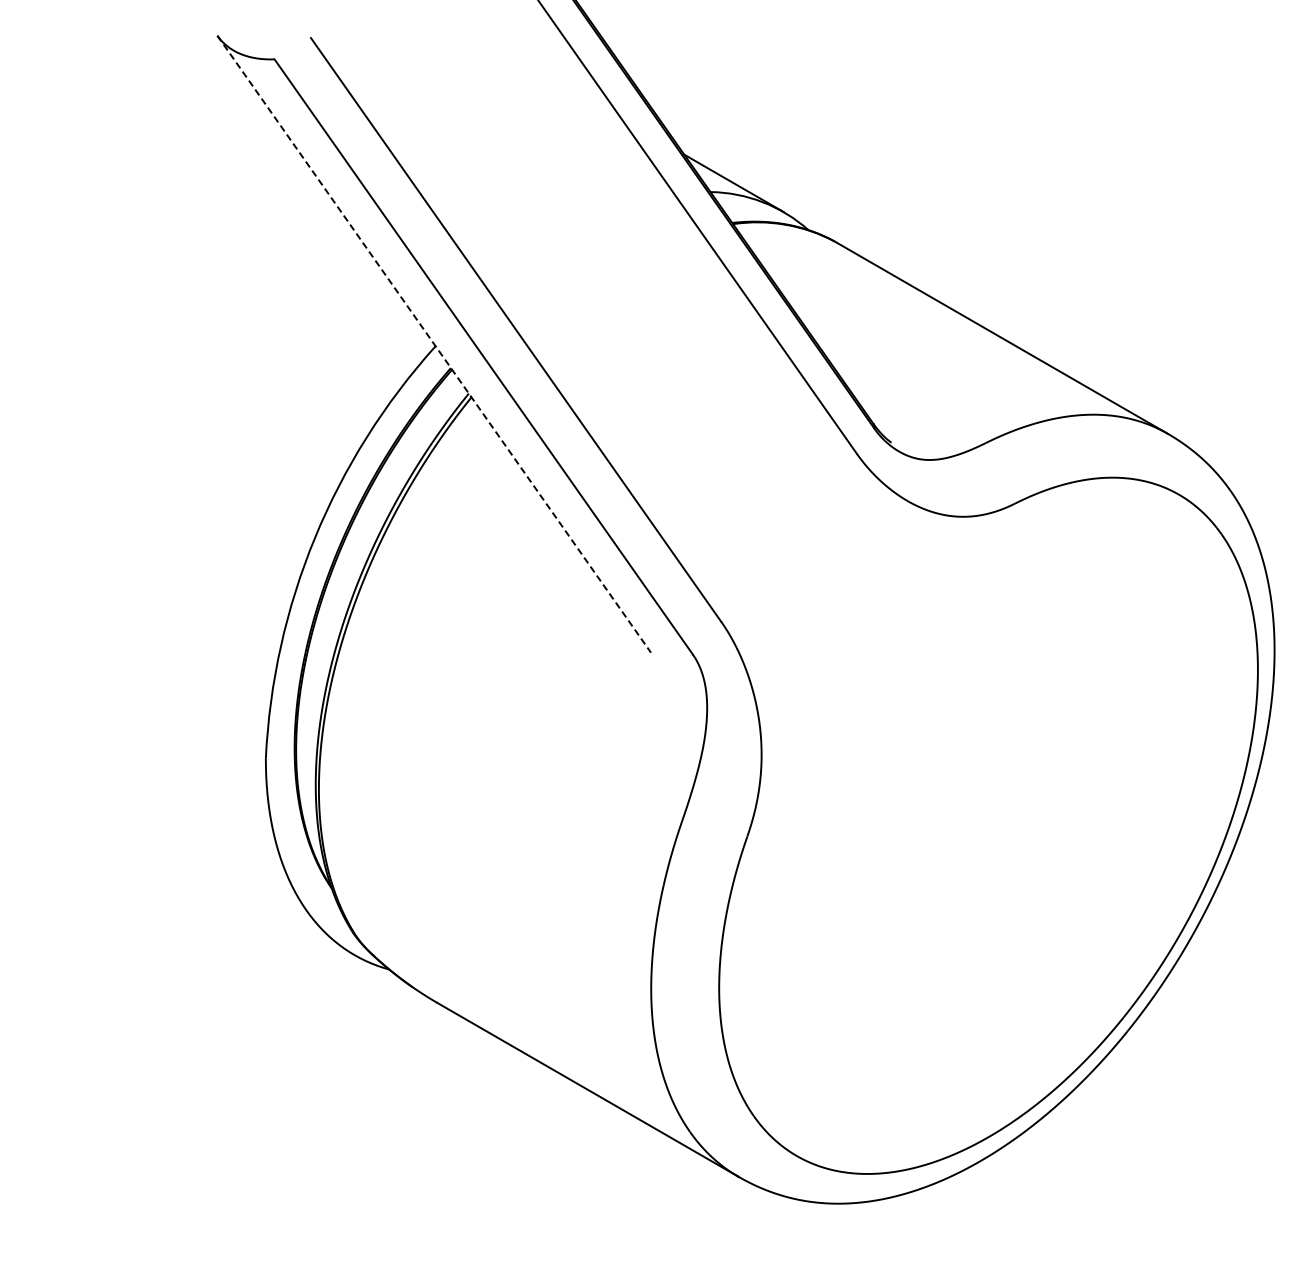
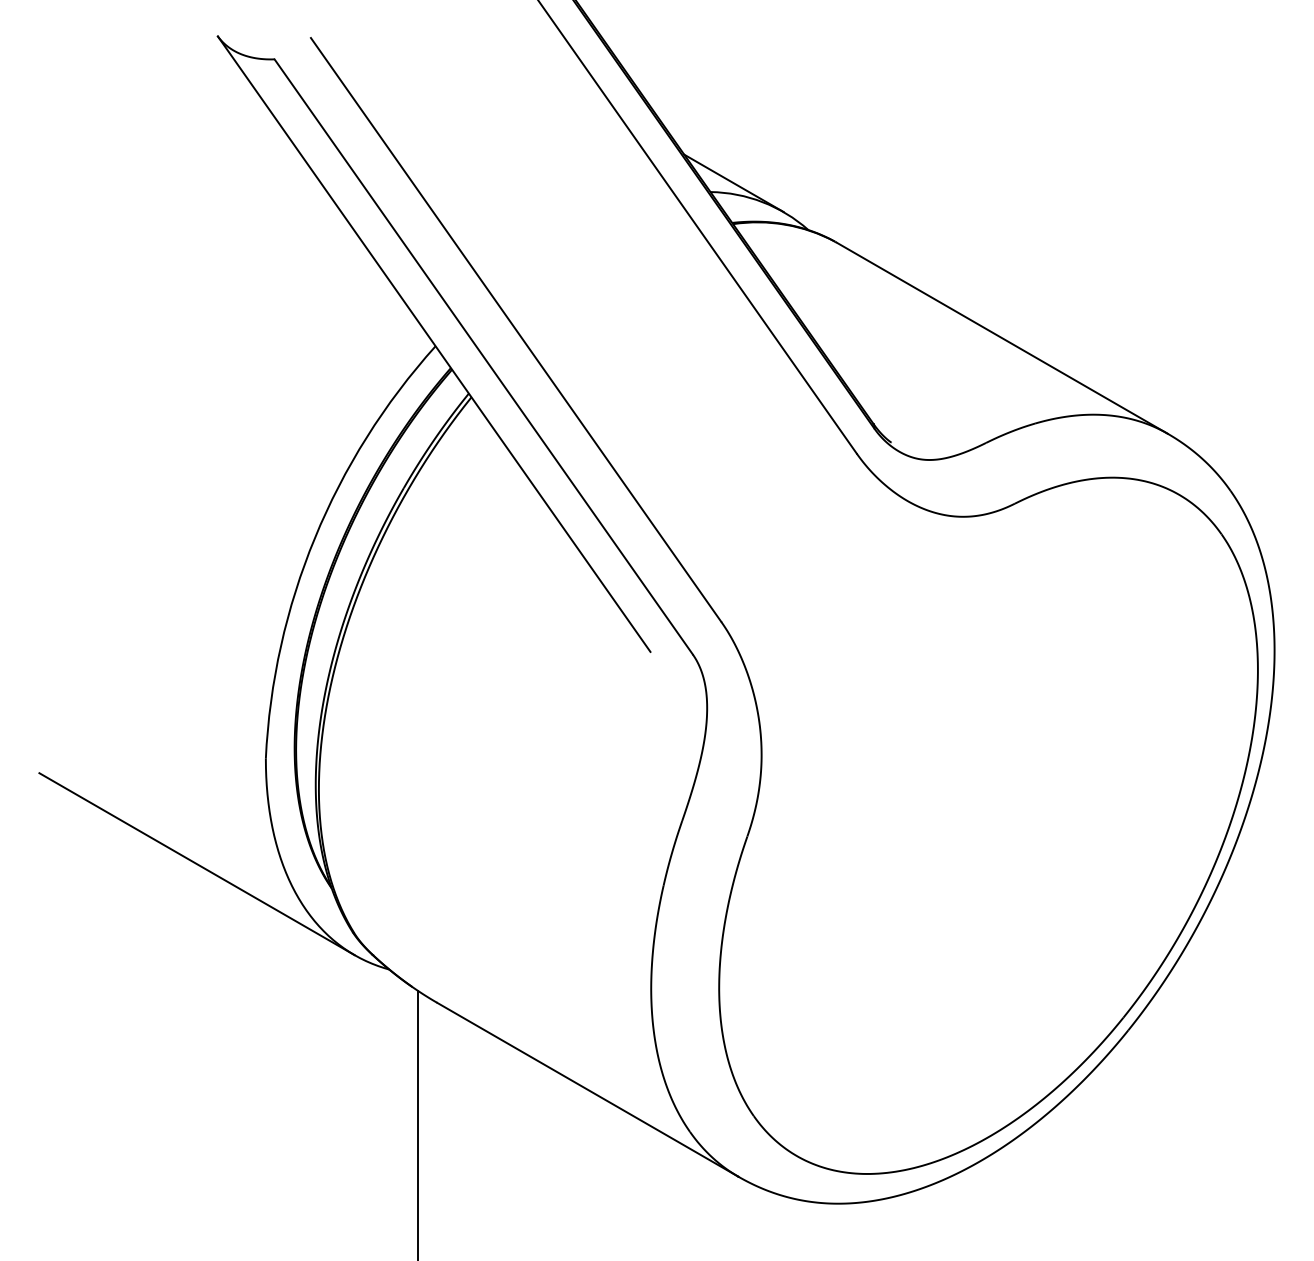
line at (434, 343): dashed -> solid
line at (196, 864): none -> present
line at (417, 1123): none -> present
